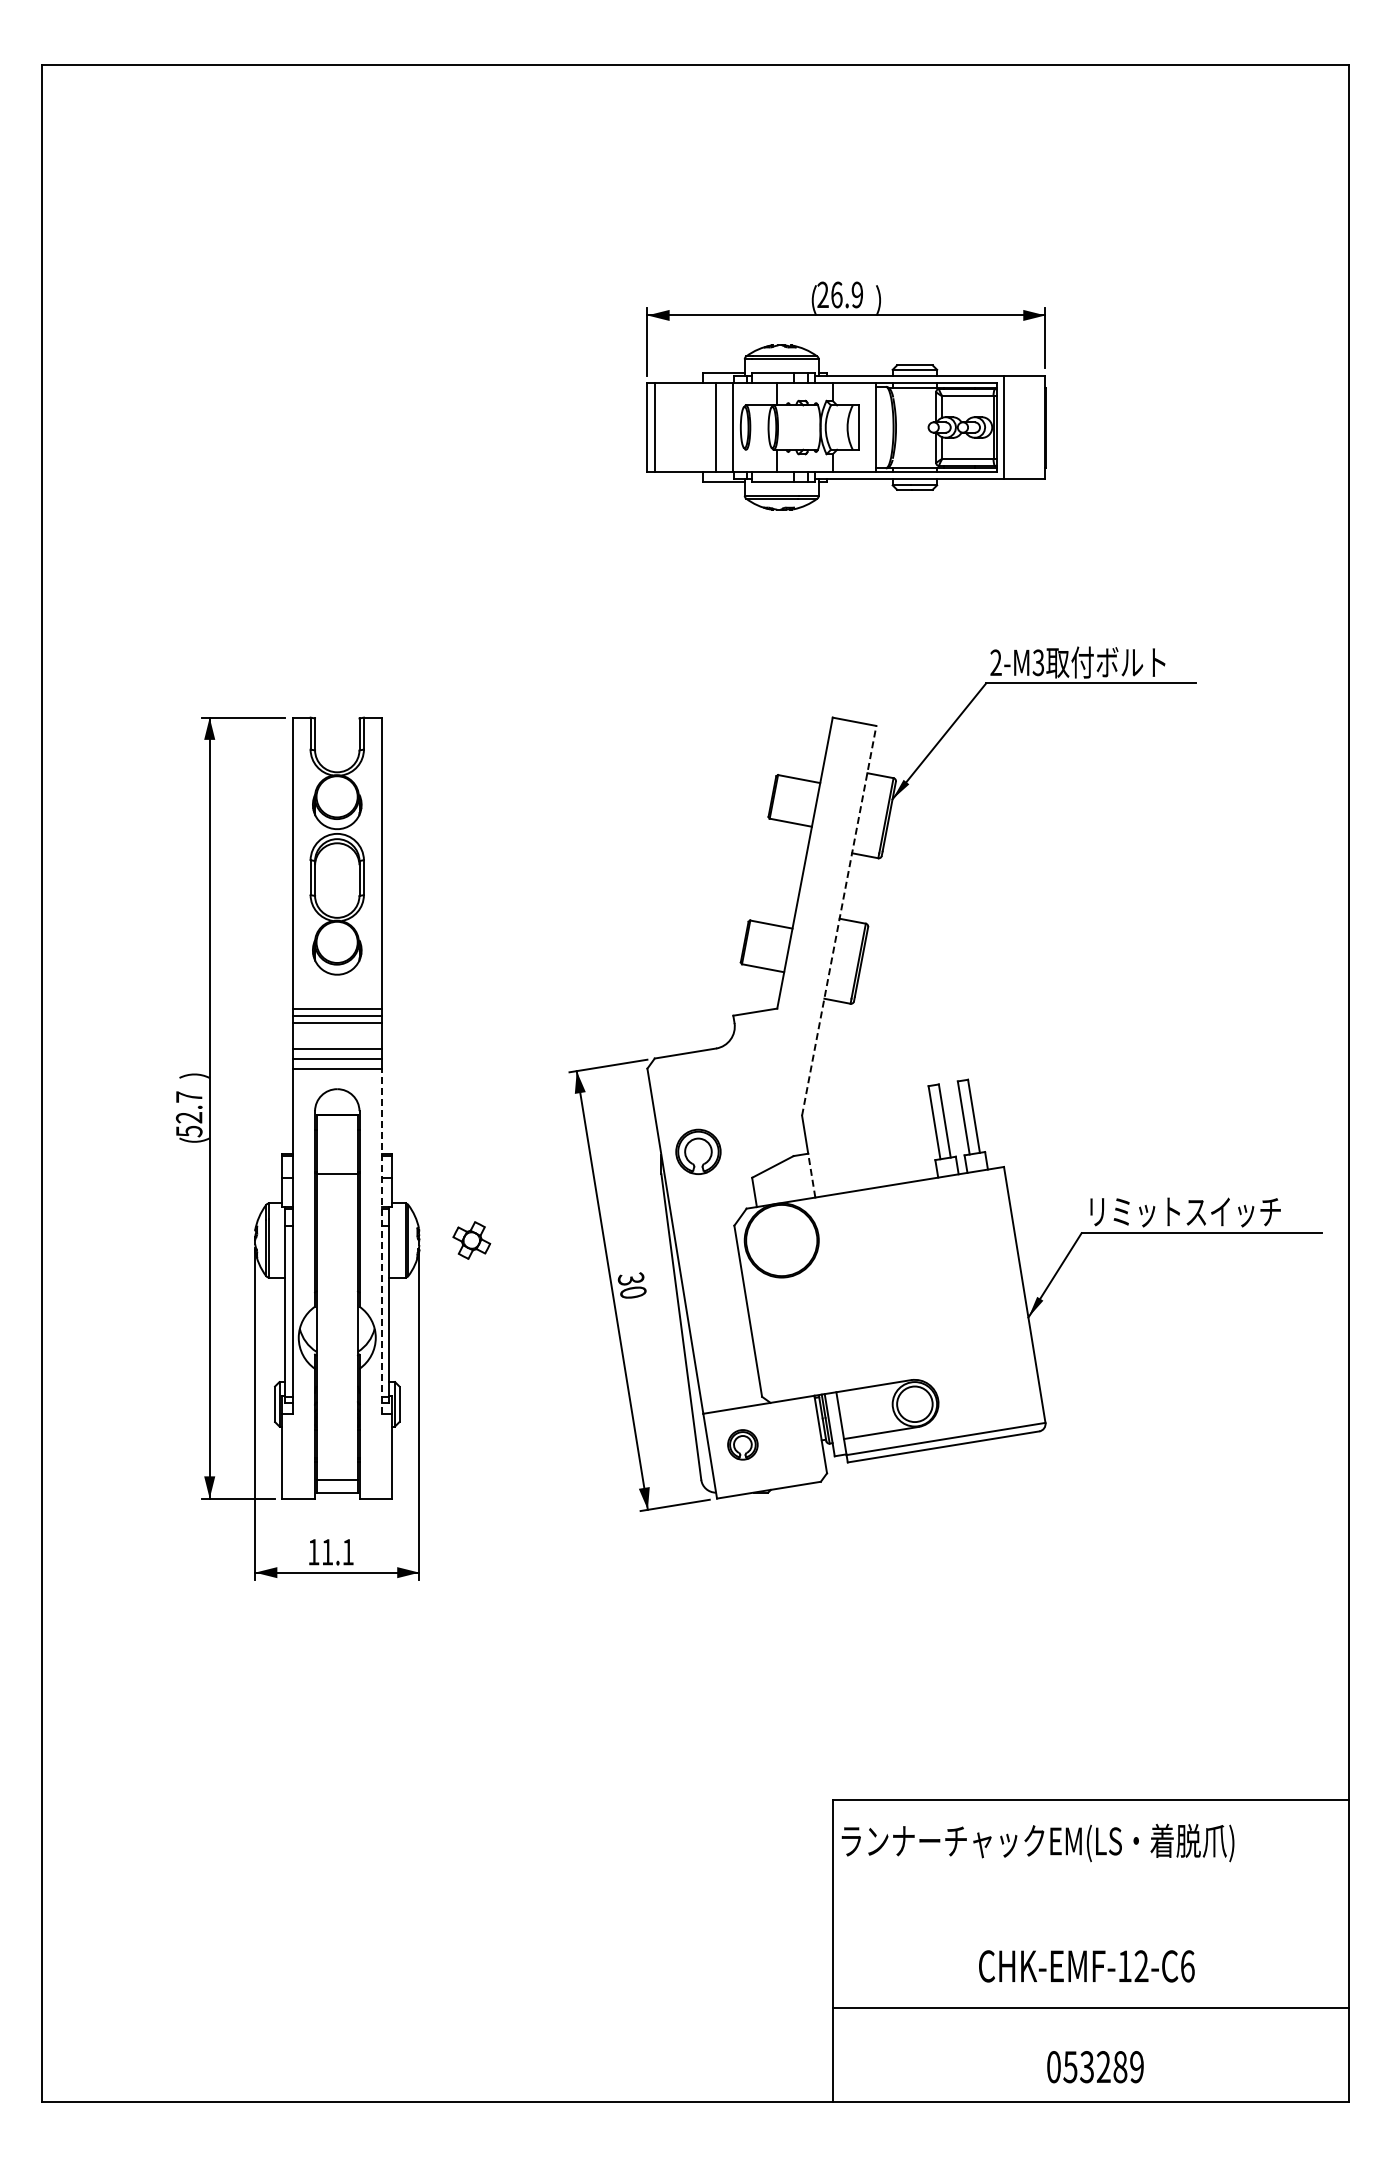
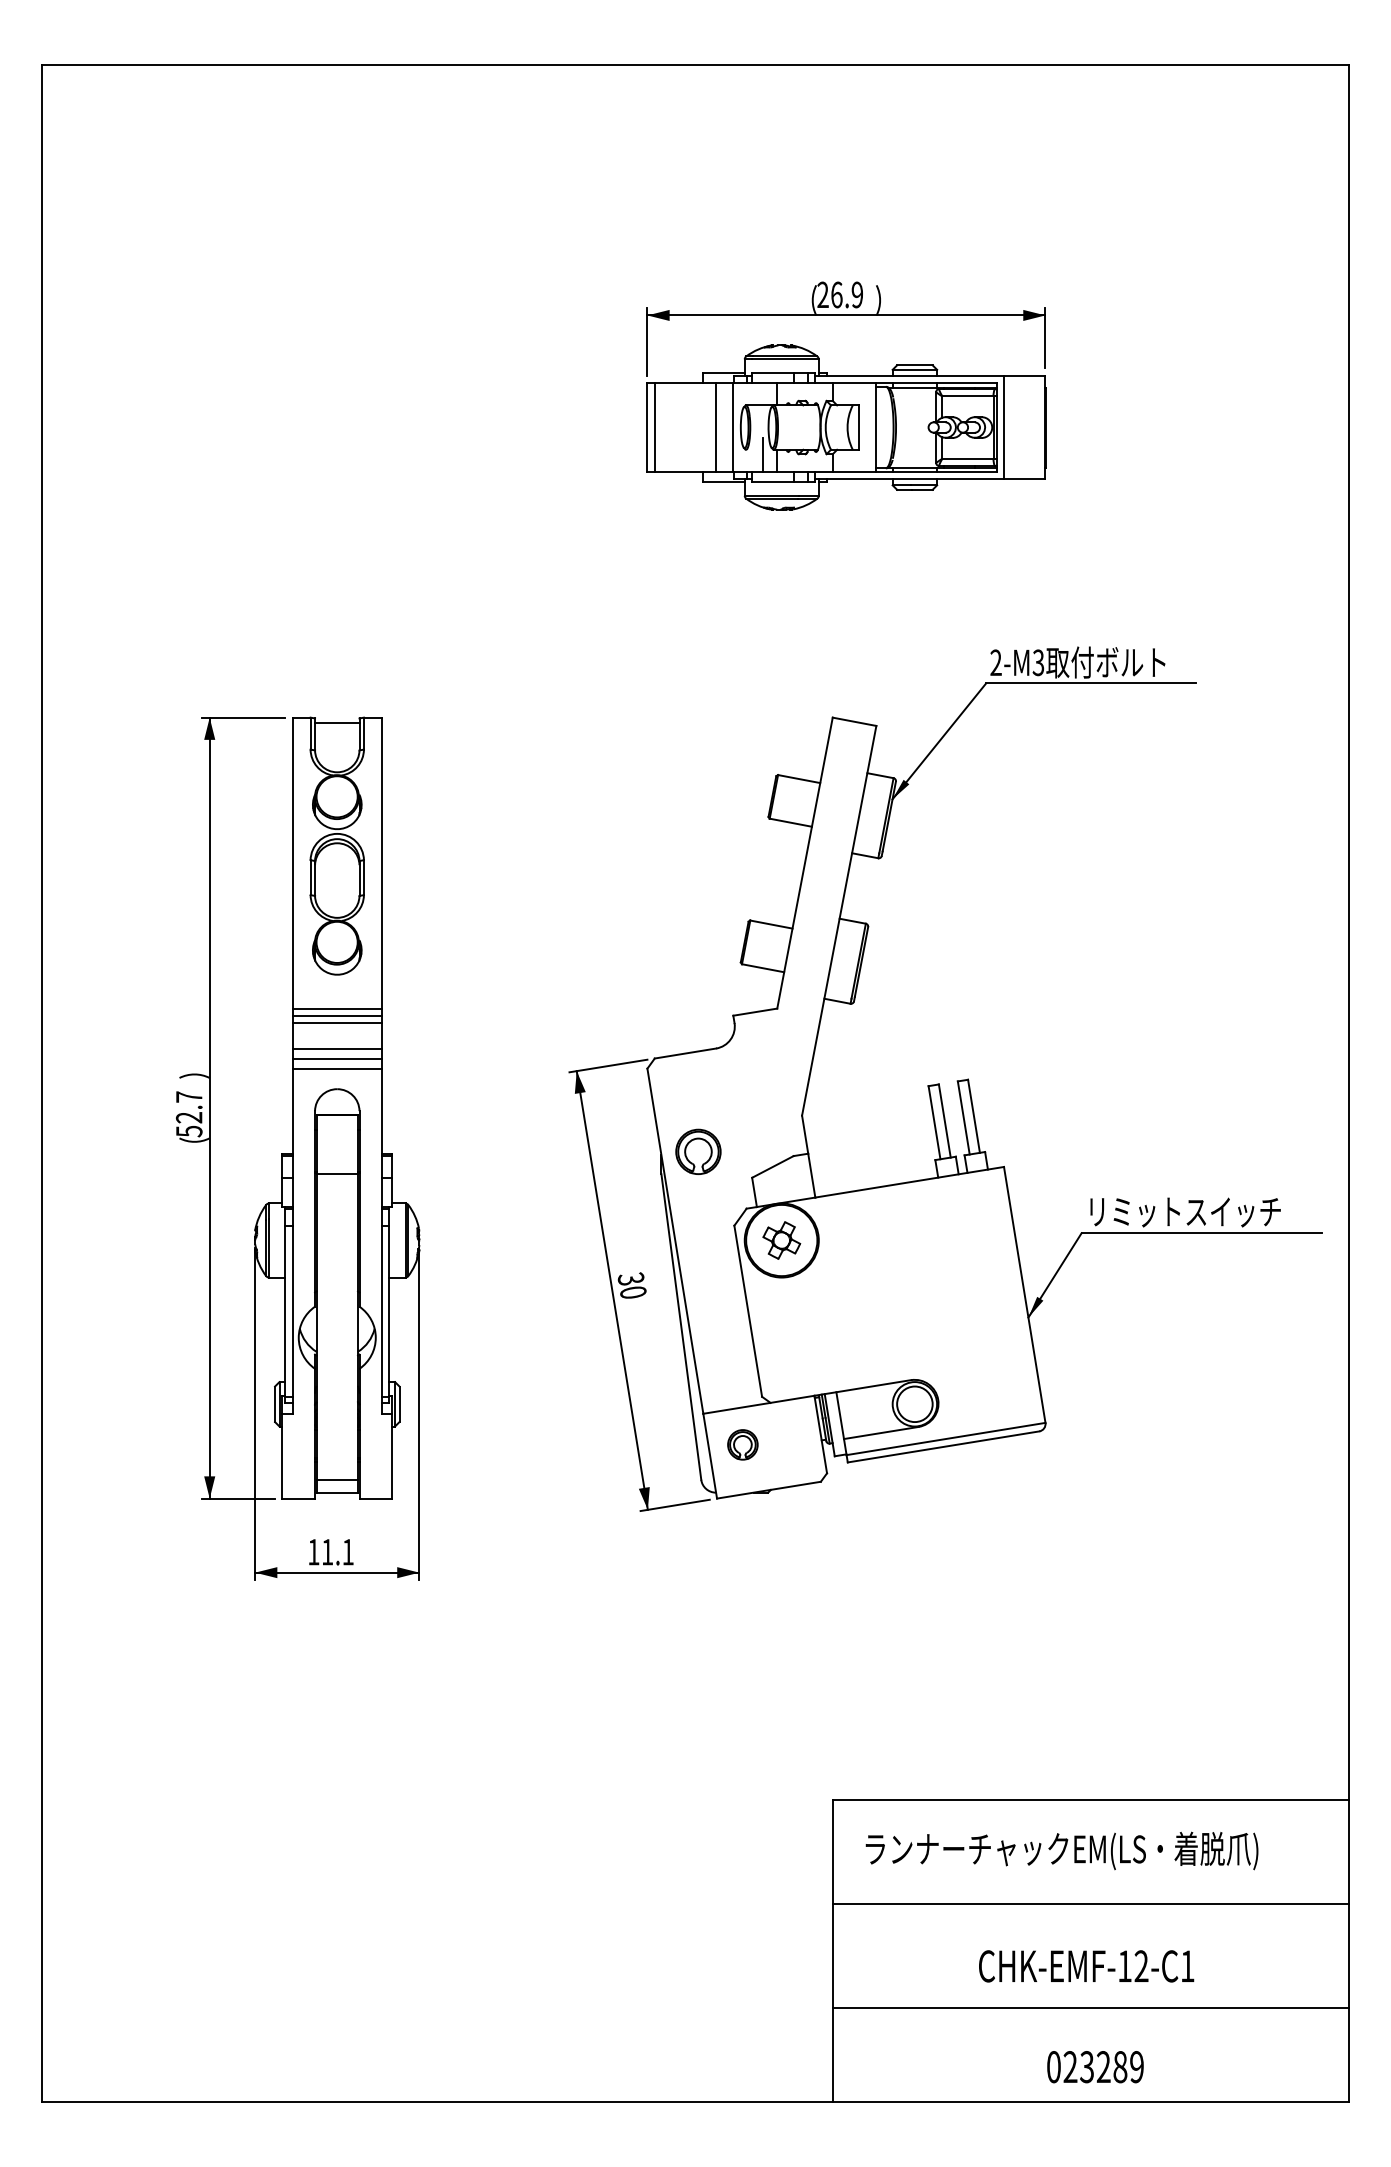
line at (763, 454): none -> present
line at (337, 722): none -> present
line at (839, 920): dashed -> solid
line at (811, 1175): dashed -> solid
part at (471, 1240) position: (471, 1240) -> (781, 1240)
line at (381, 1241): dashed -> solid
text at (1037, 1842) position: (1037, 1842) -> (1061, 1850)
line at (1090, 1903): none -> present
text at (1187, 1966): CHK-EMF-12-C6 -> CHK-EMF-12-C1
text at (1070, 2067): 053289 -> 023289
